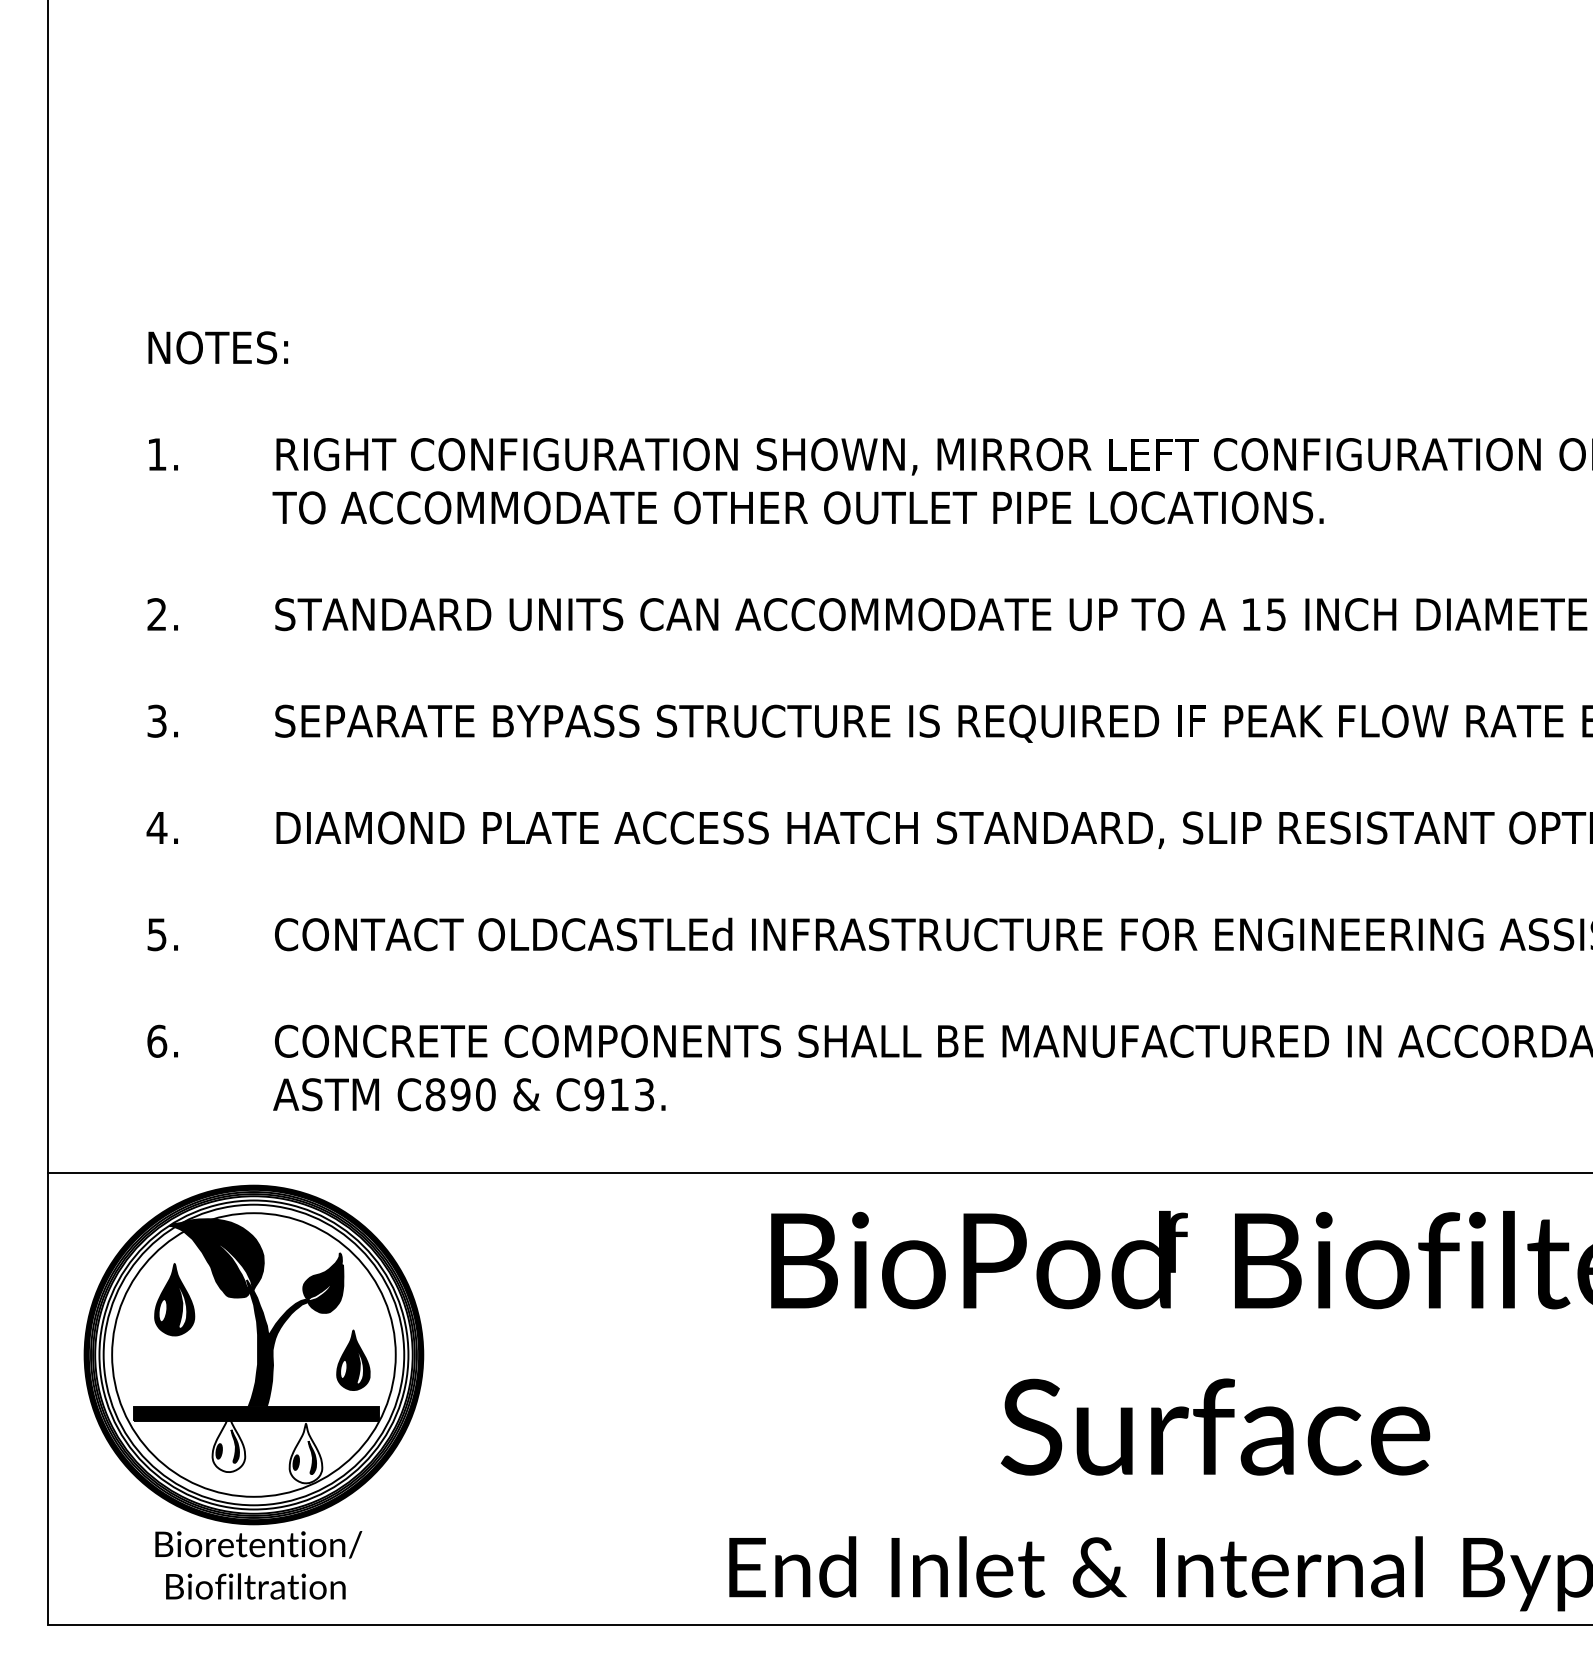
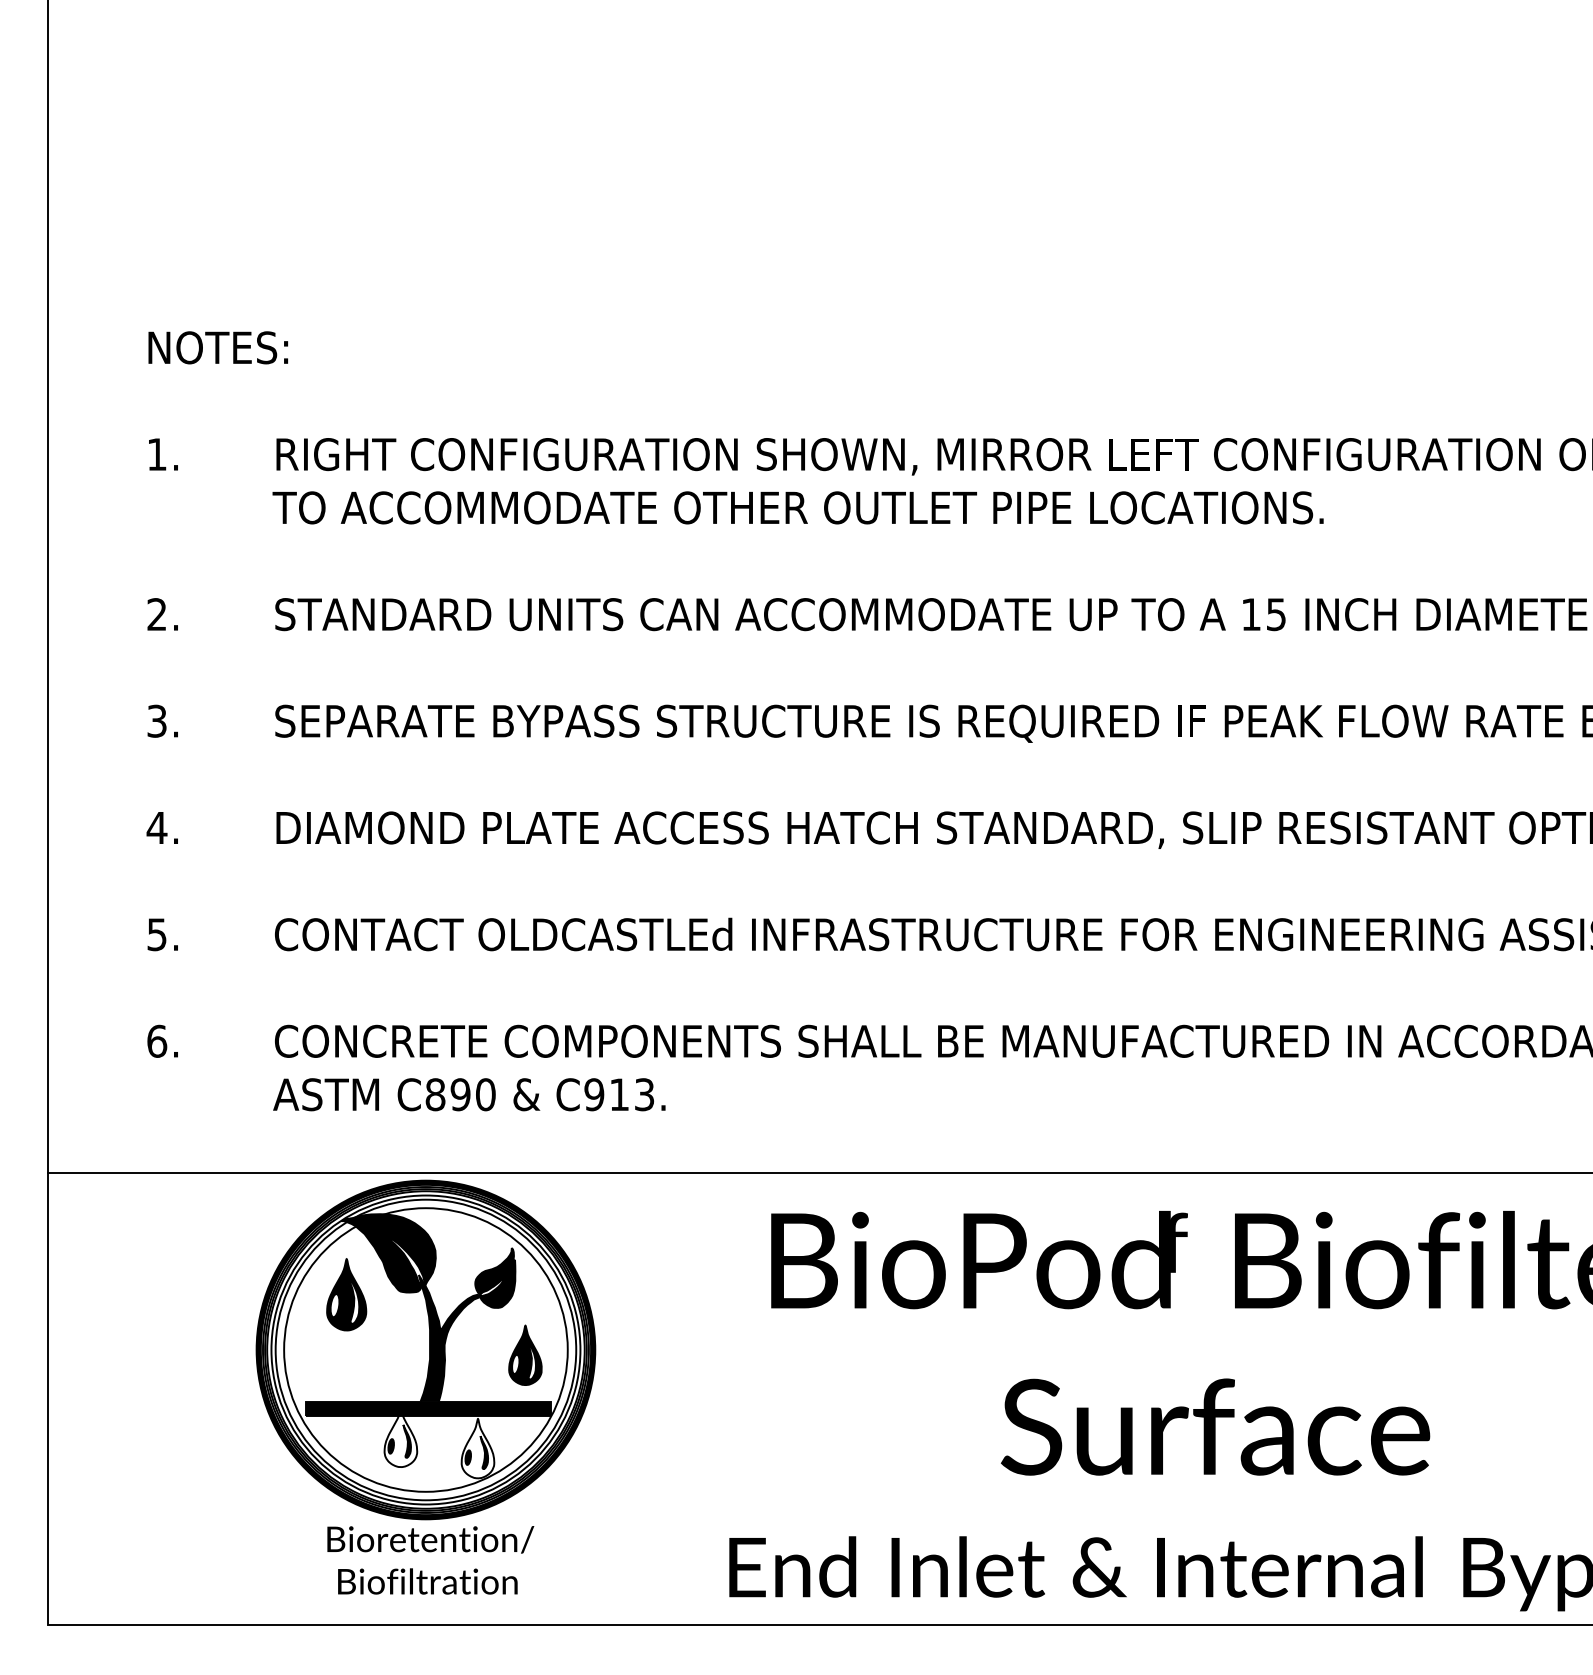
part at (253, 1391) position: (253, 1391) -> (425, 1386)
